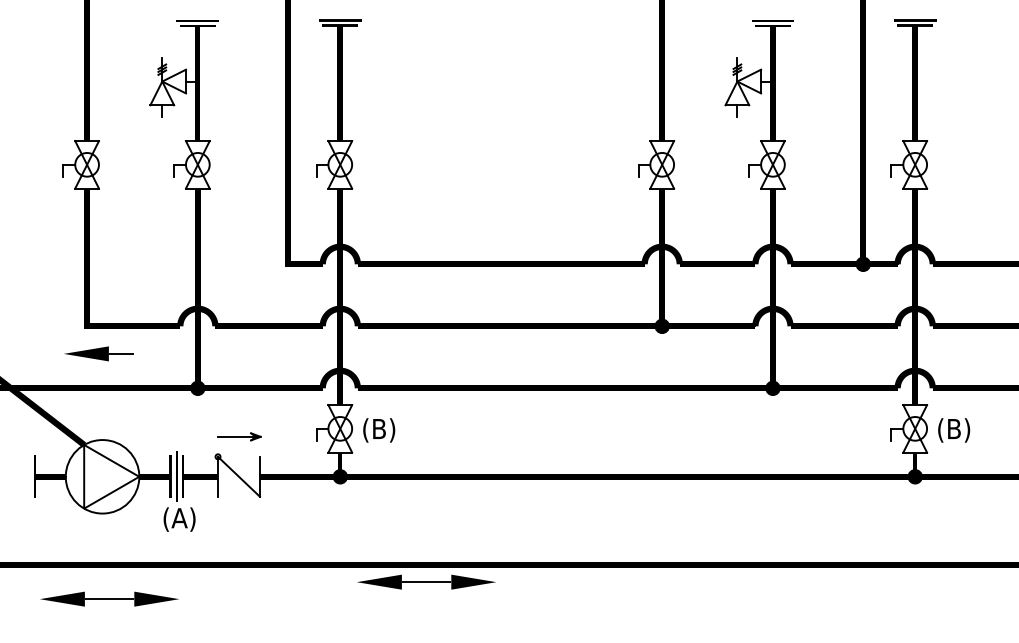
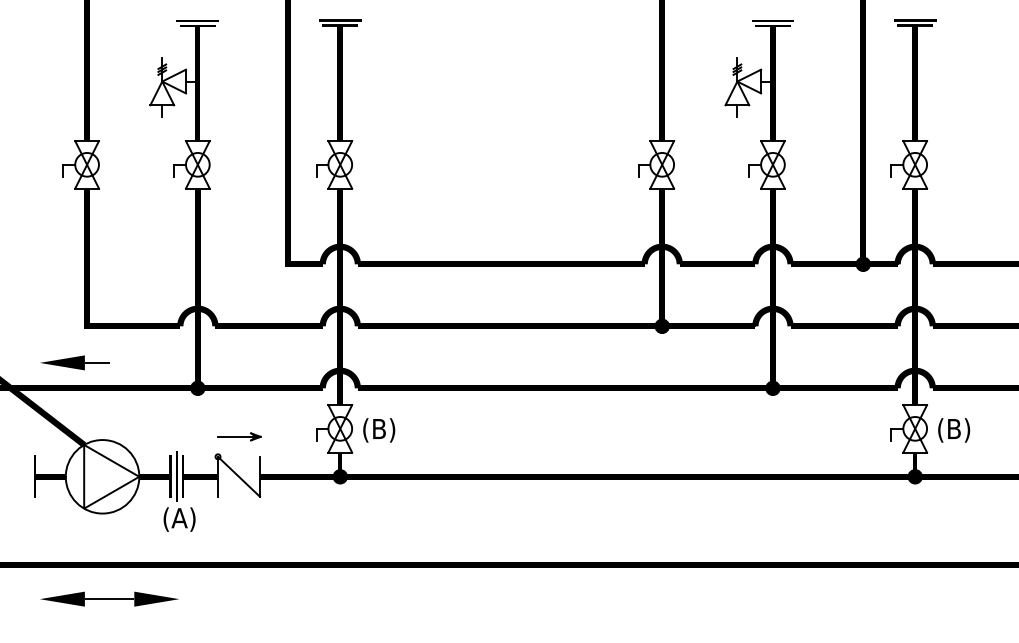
part at (98, 353) position: (98, 353) -> (74, 362)
part at (426, 581): present -> none
